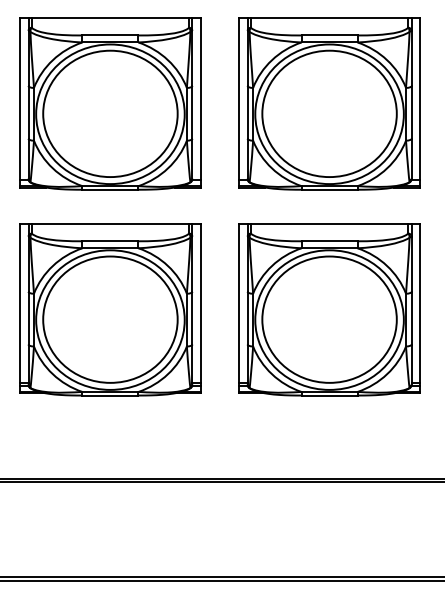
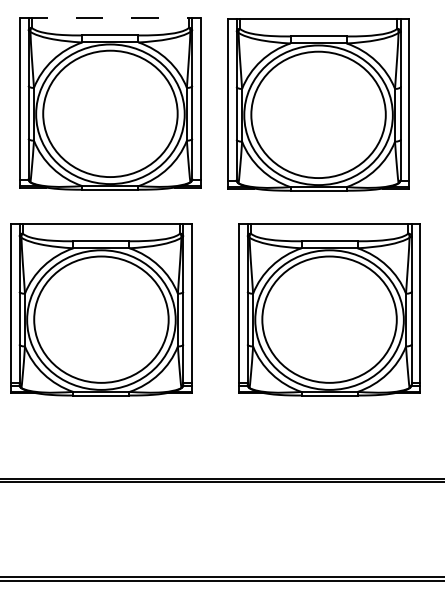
line at (110, 17): solid -> dashed
part at (329, 103) position: (329, 103) -> (318, 104)
part at (110, 309) position: (110, 309) -> (101, 309)
